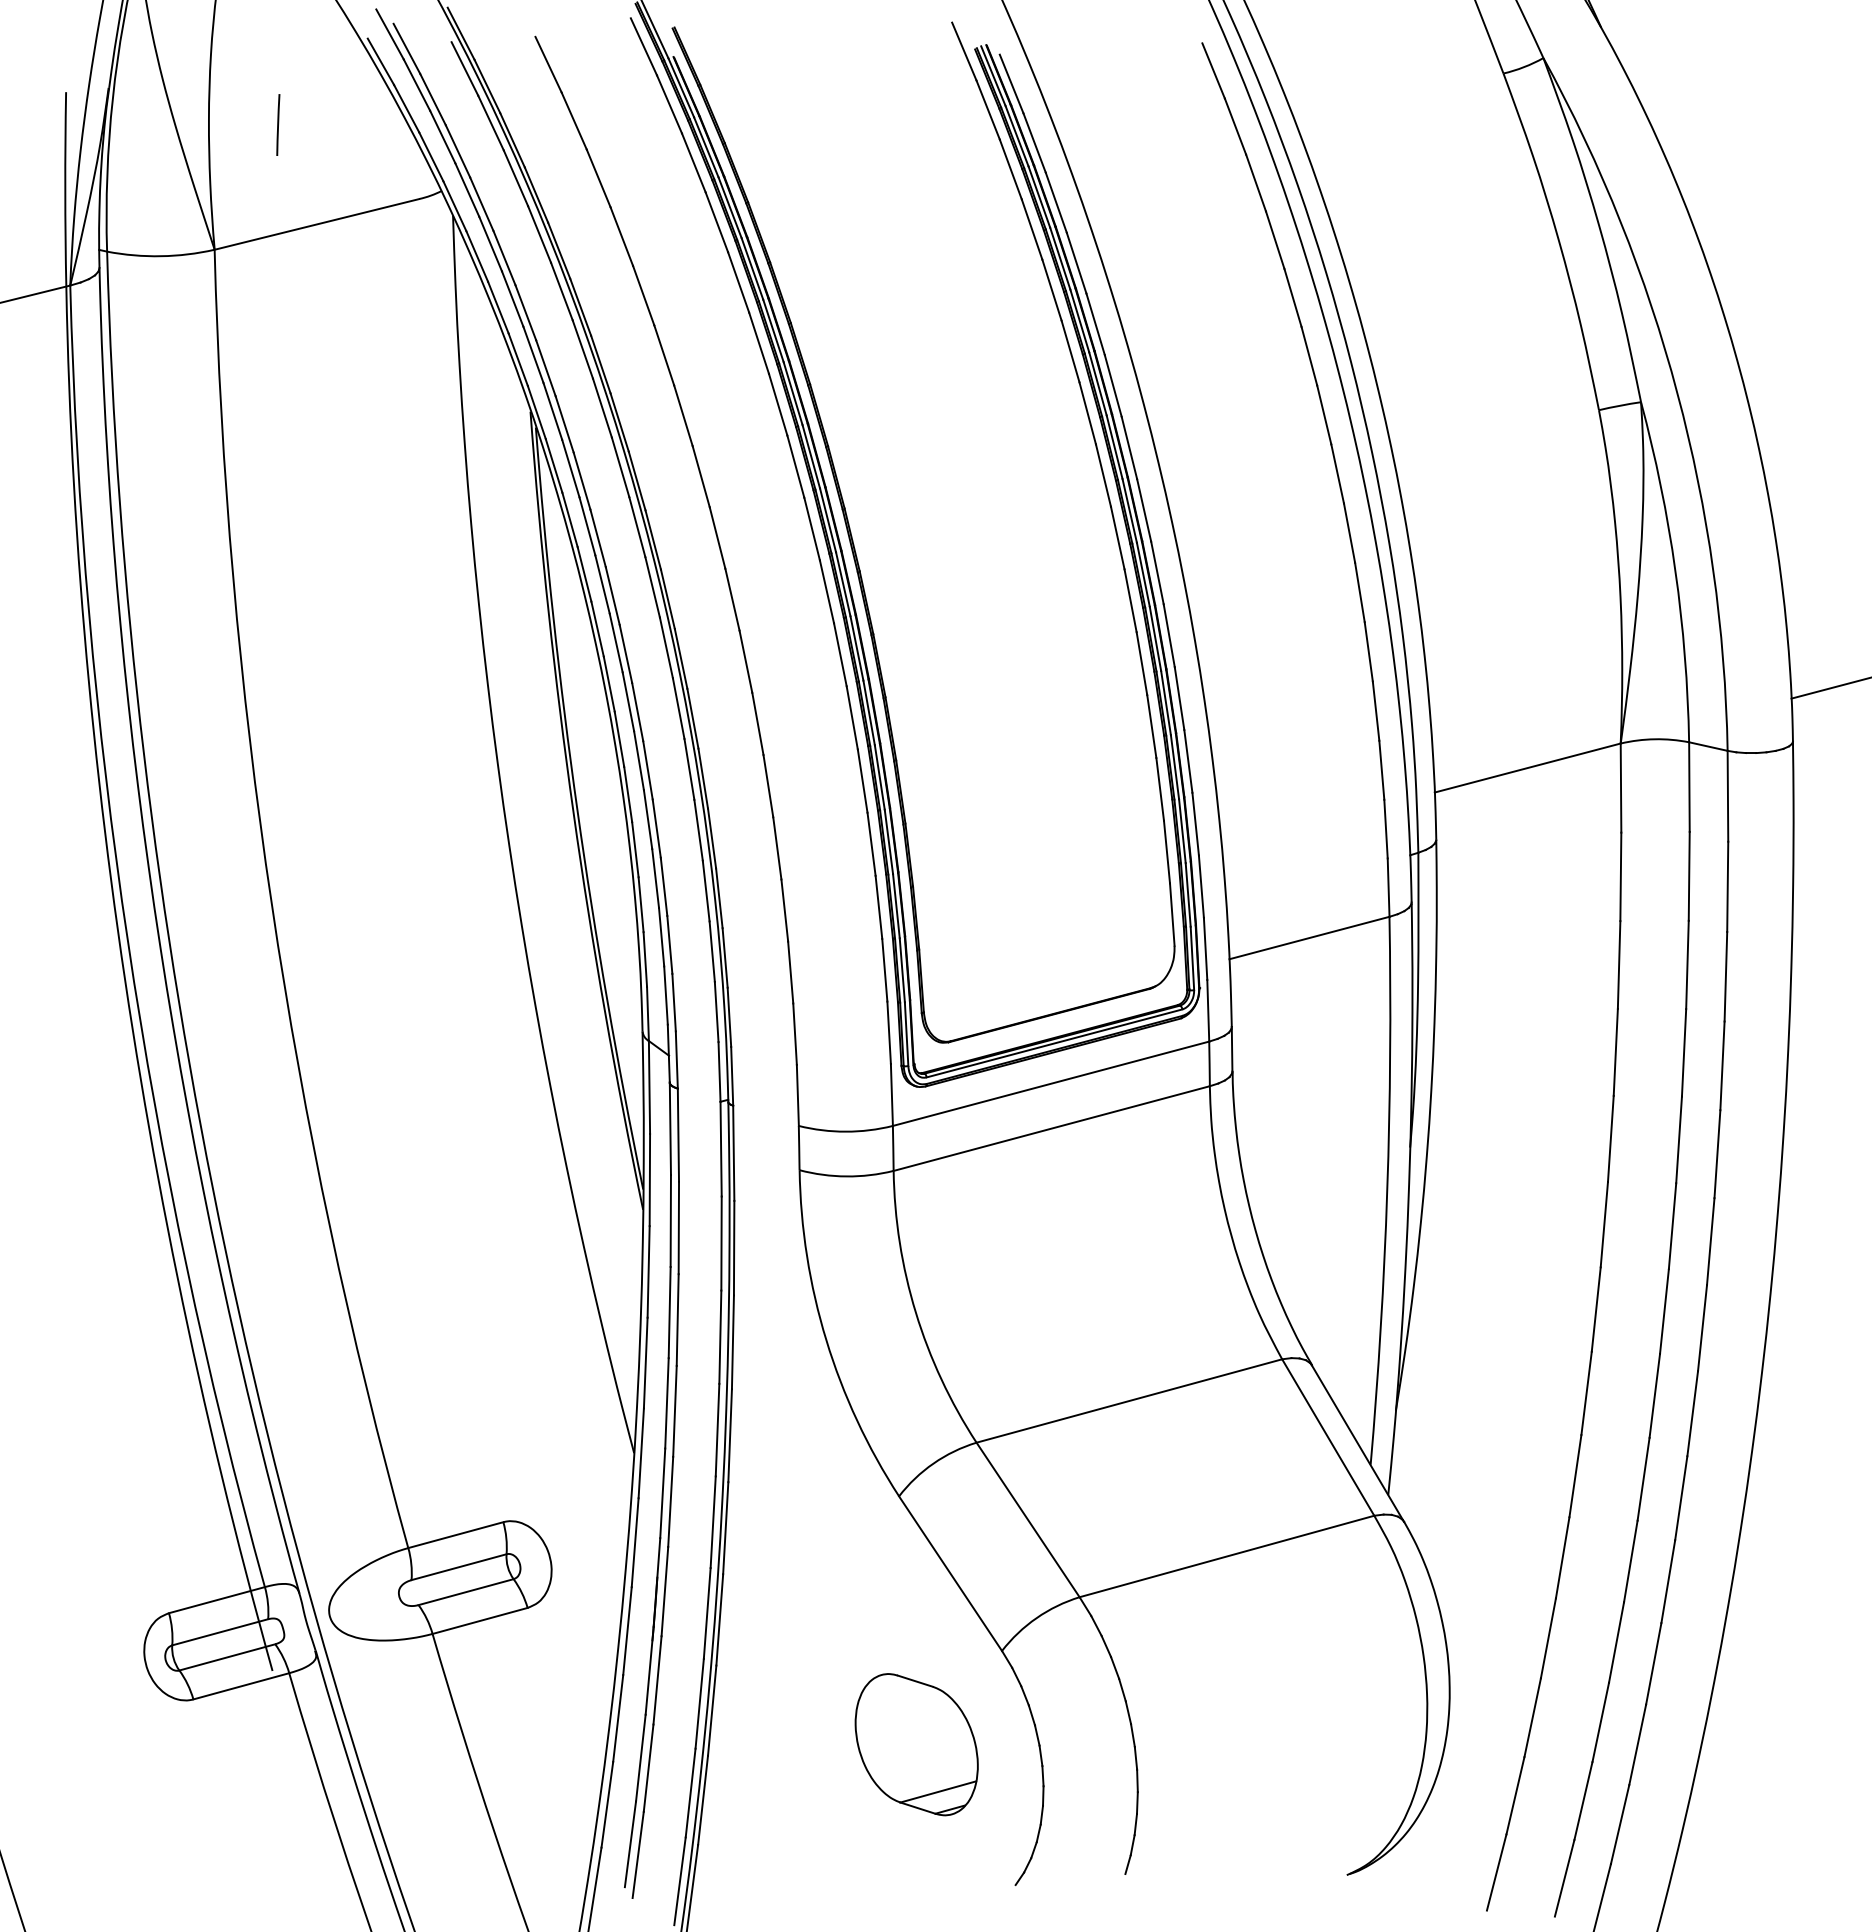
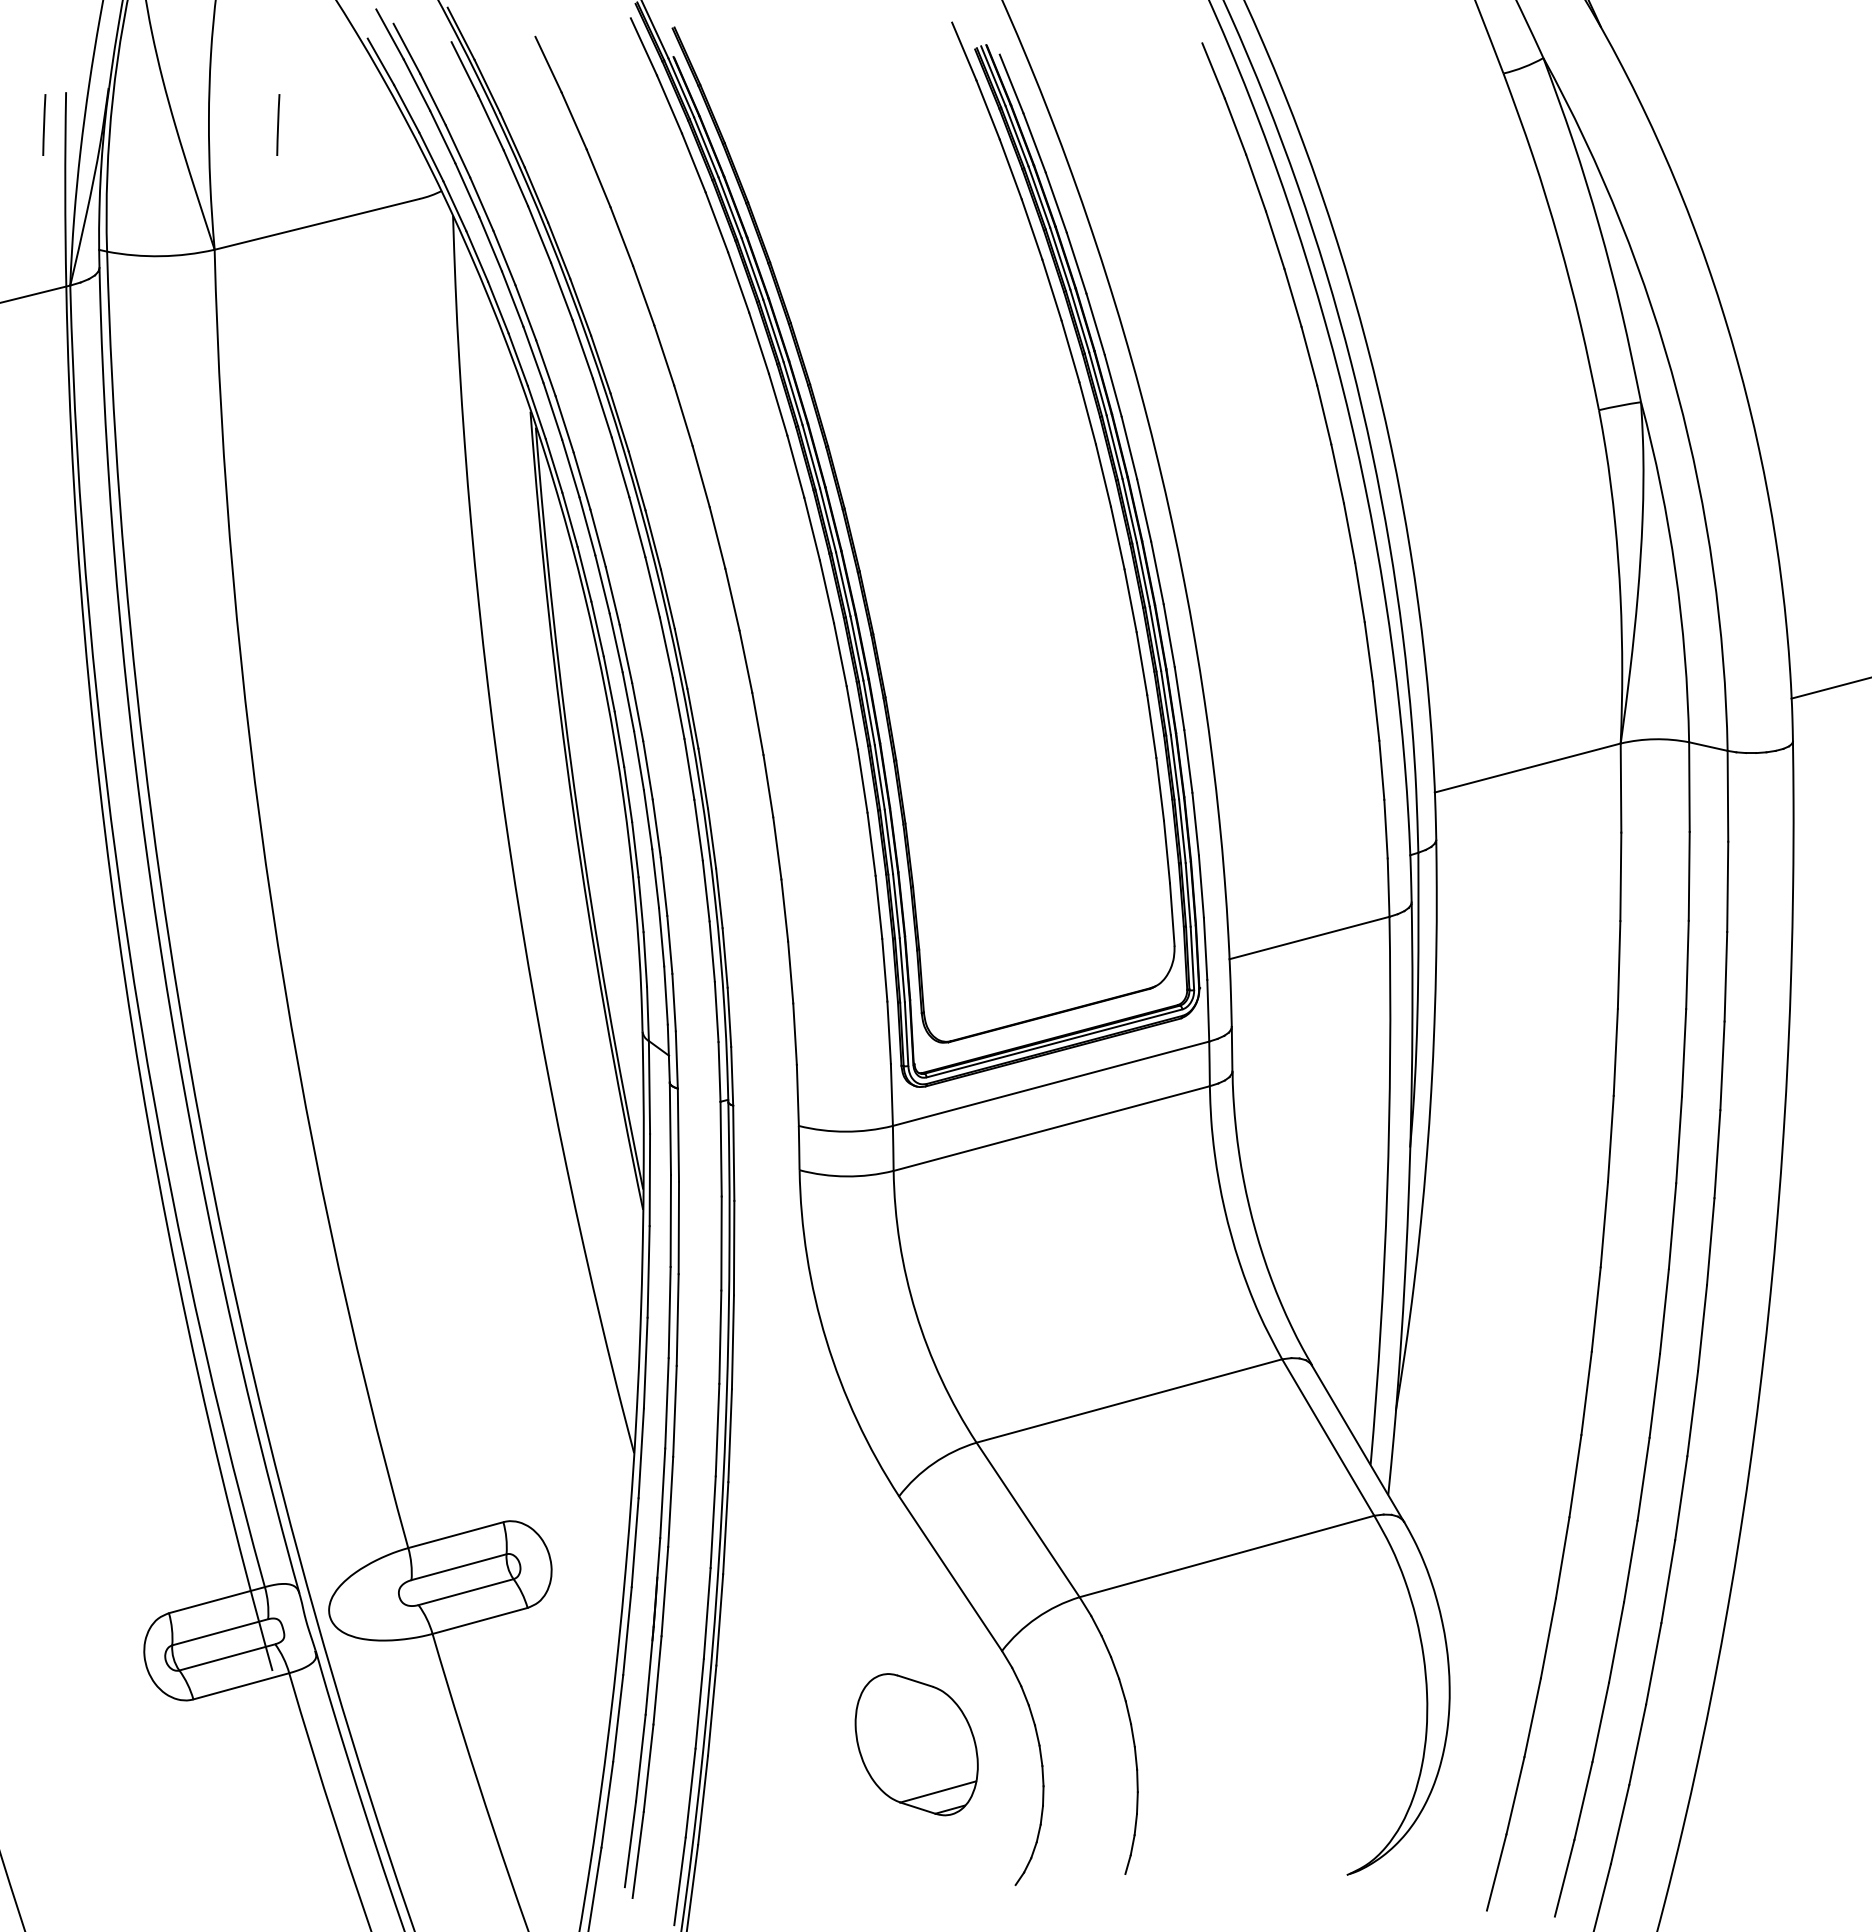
line at (44, 124): none -> present
